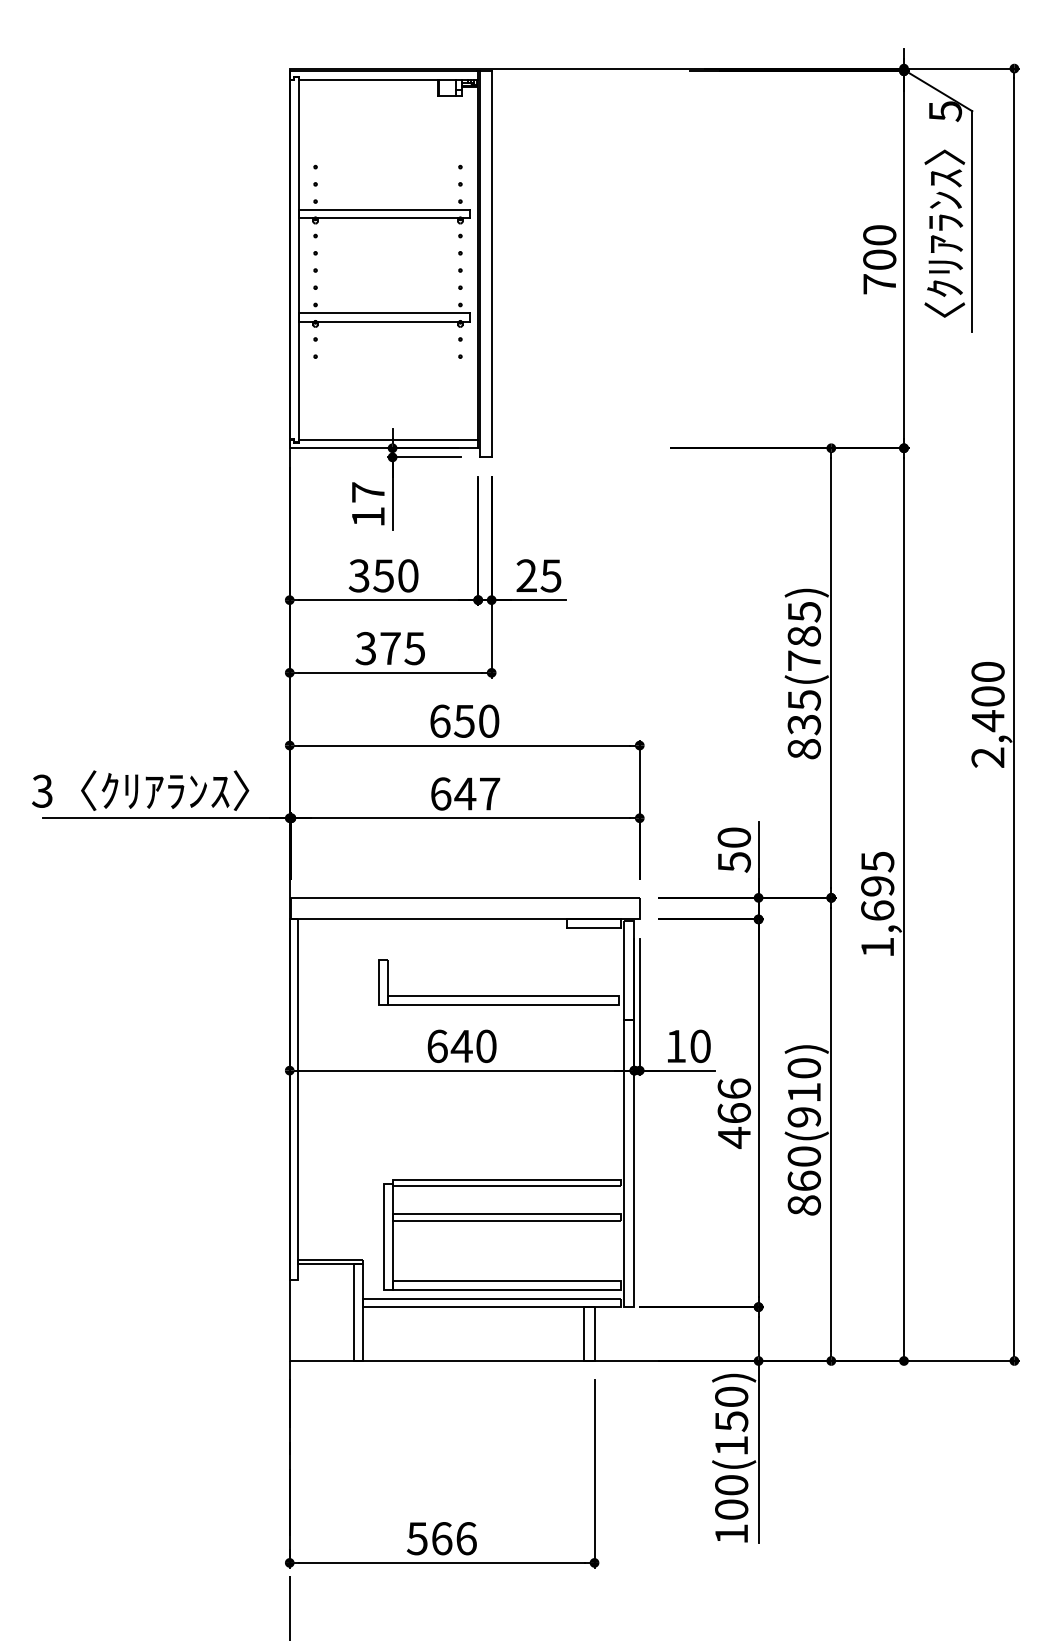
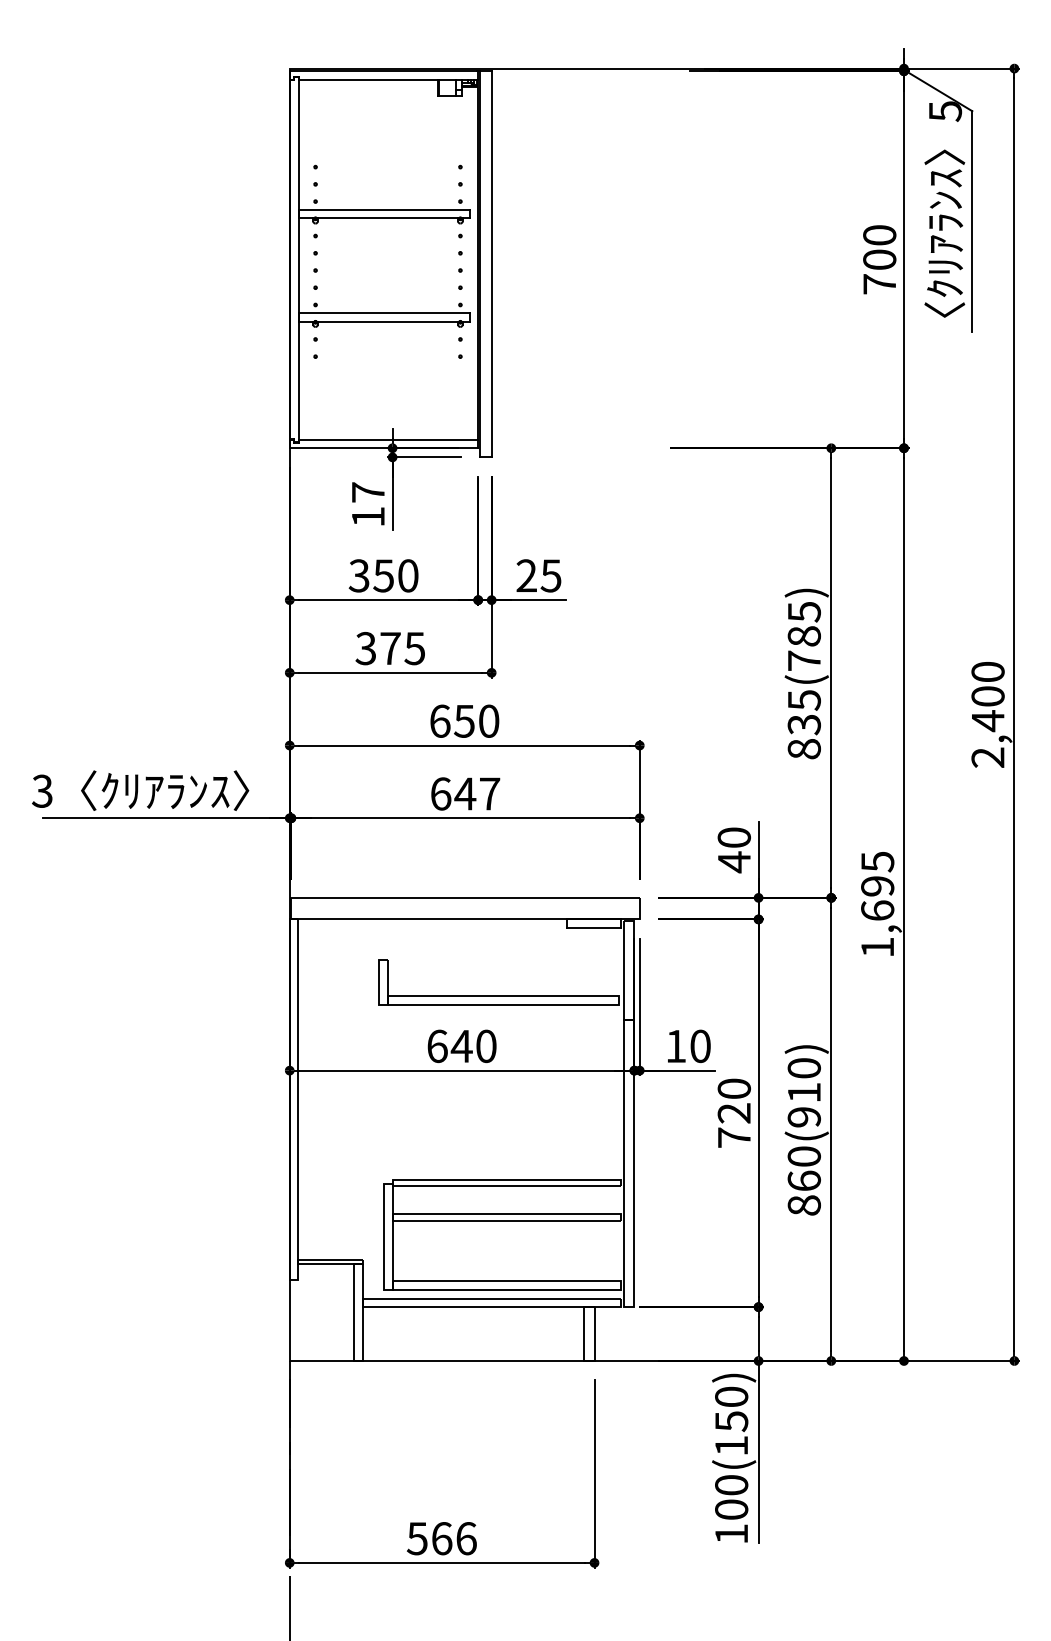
text at (734, 862): 50 -> 40
text at (734, 1113): 466 -> 720
